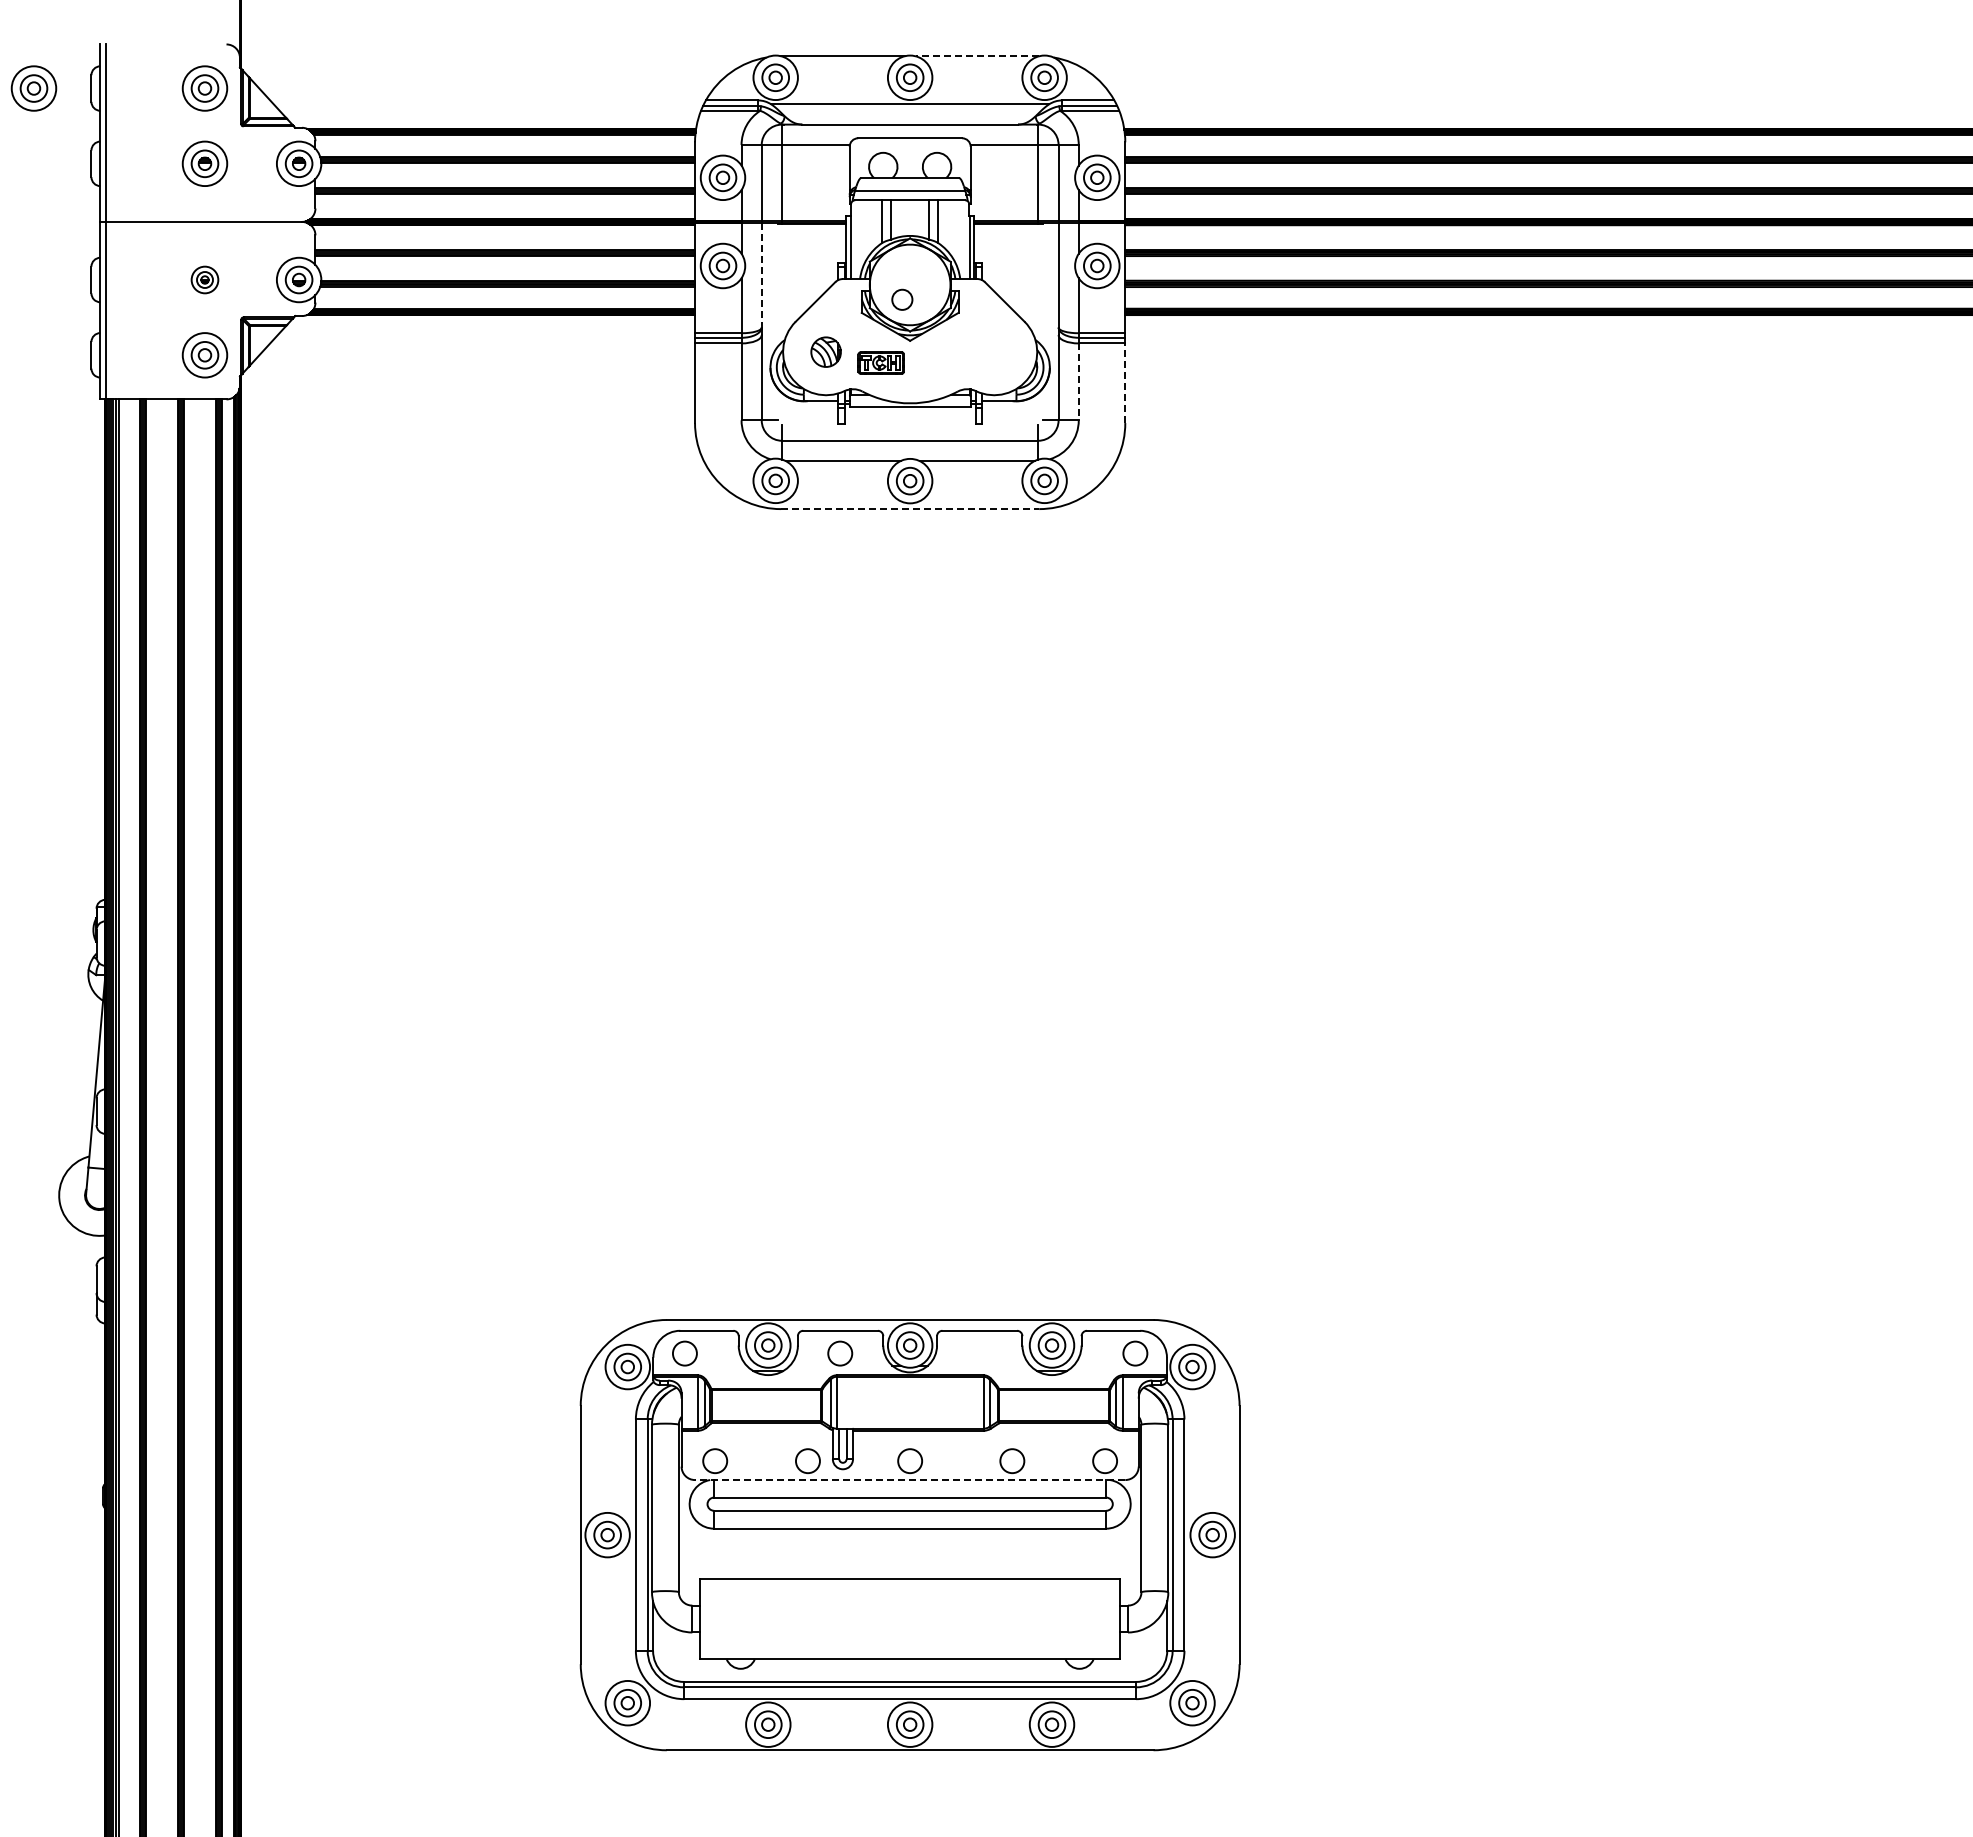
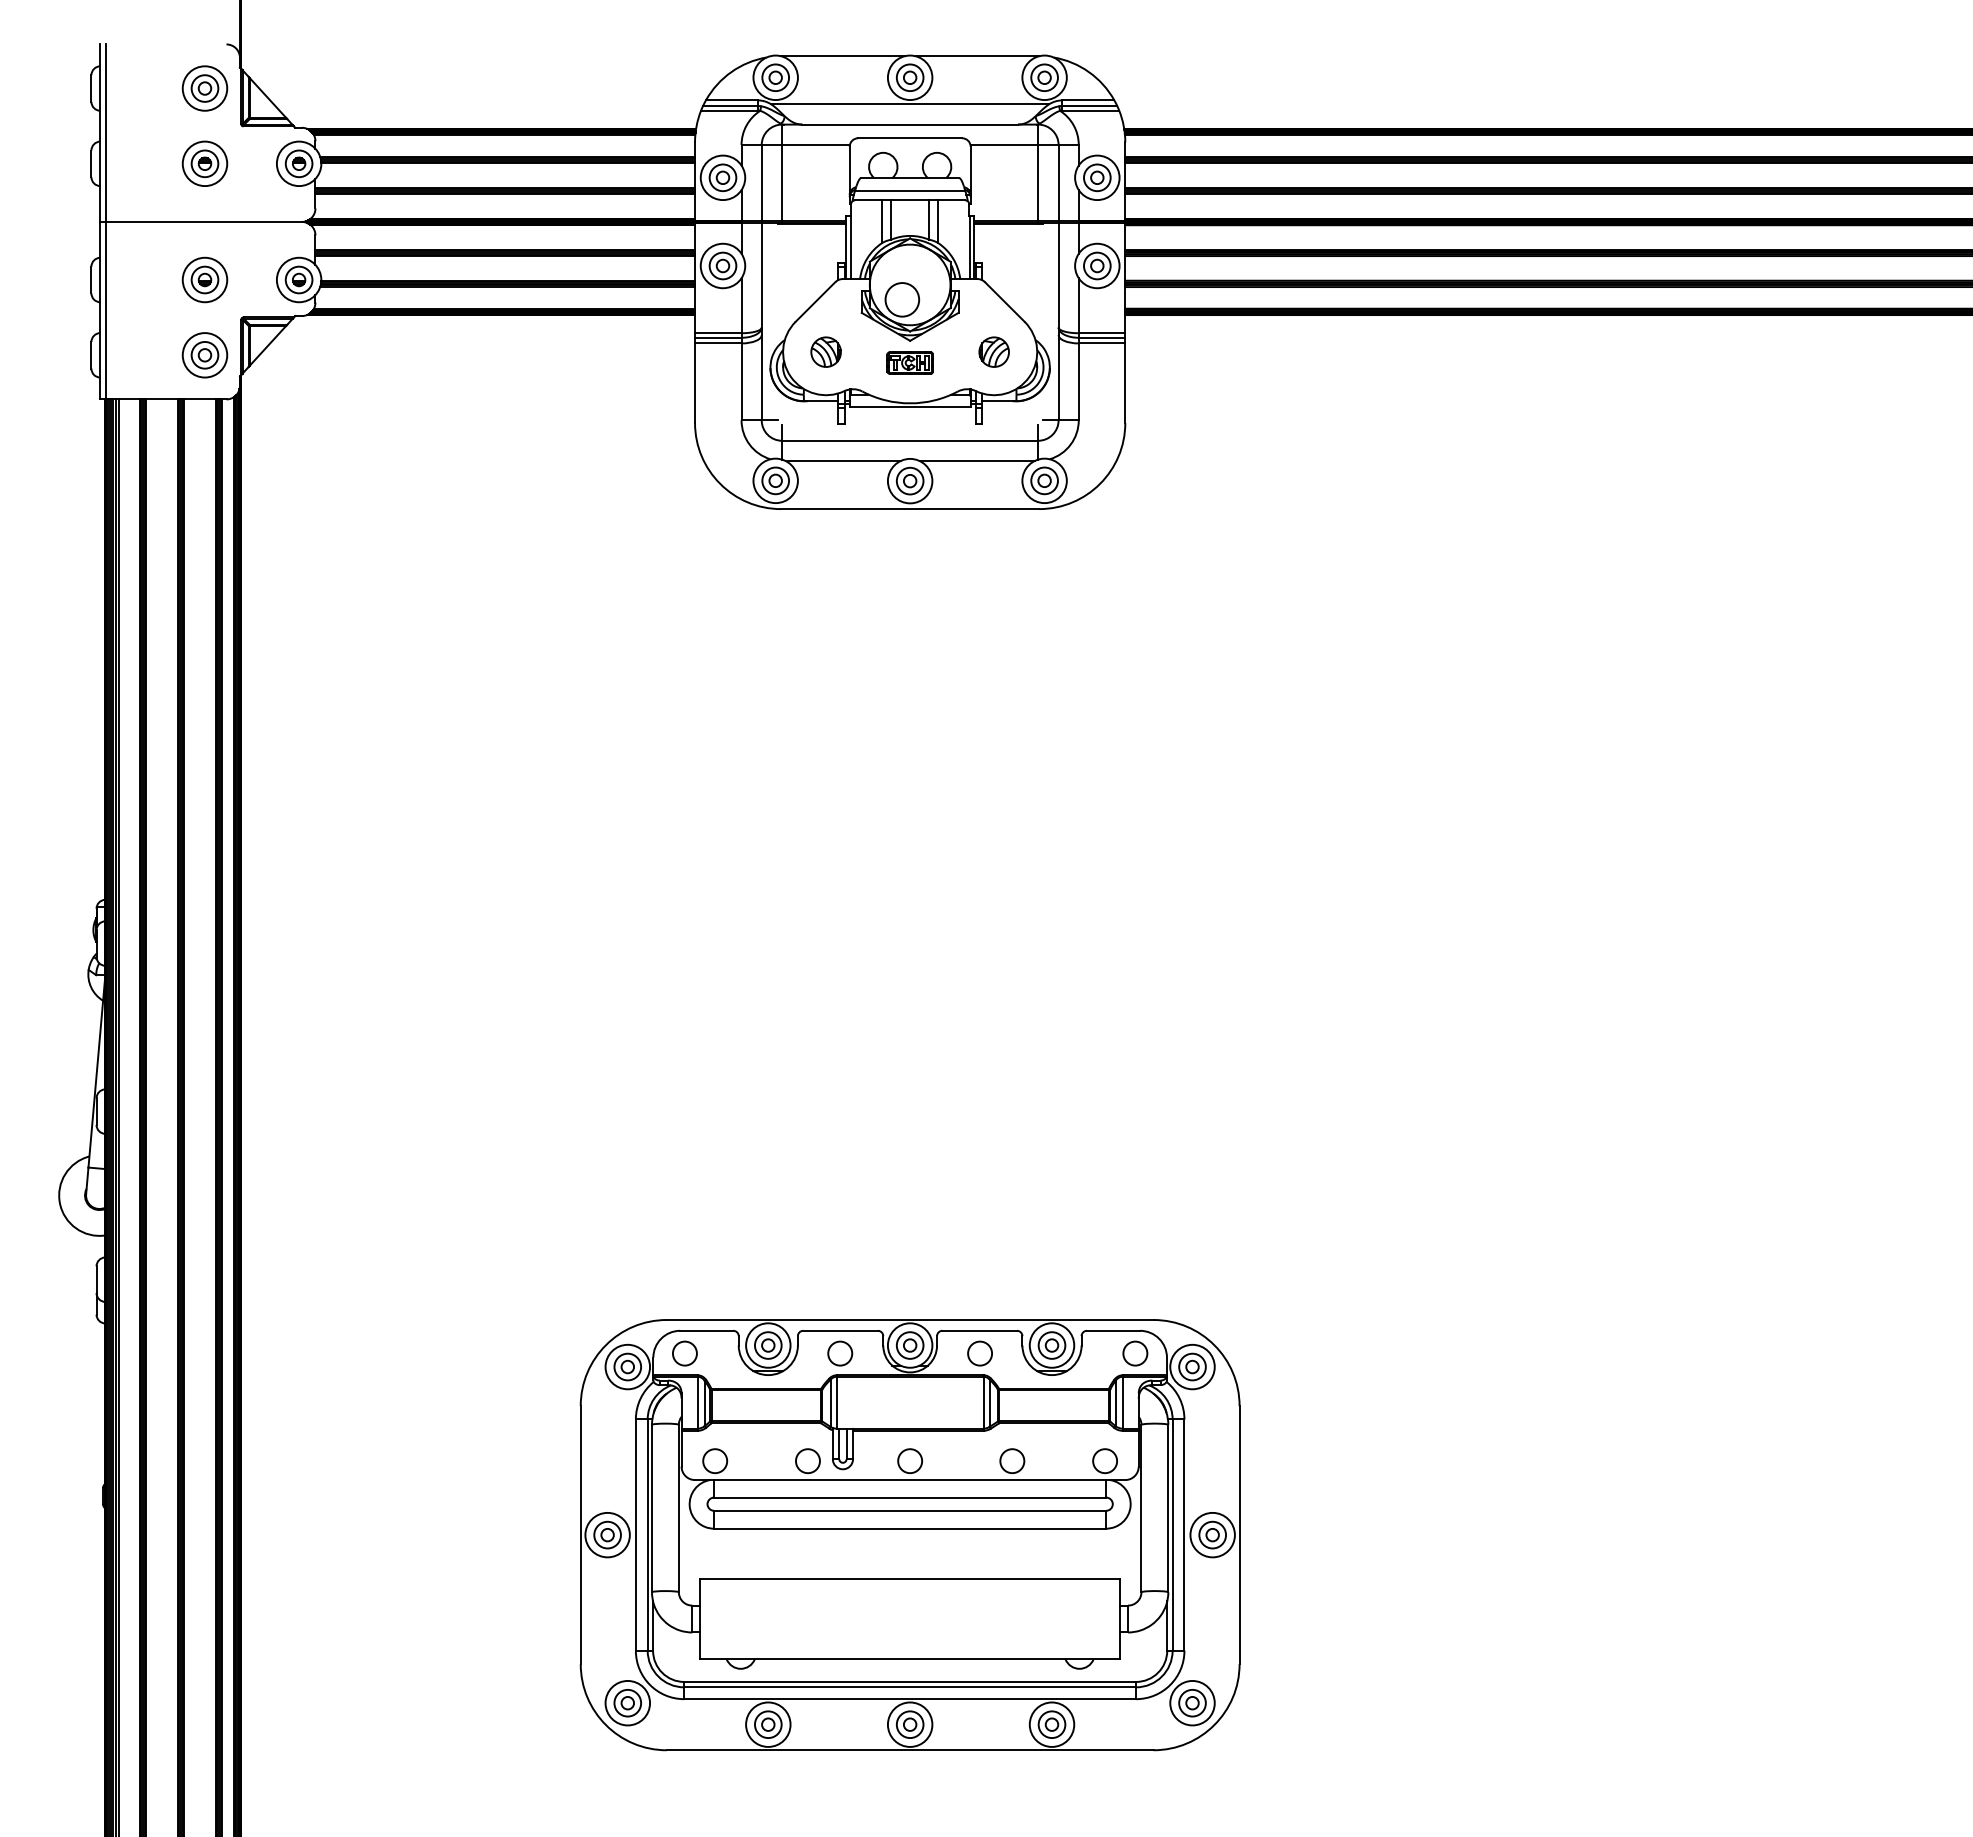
line at (977, 56): dashed -> solid
part at (33, 88): present -> none
line at (761, 275): dashed -> solid
part at (204, 279) size: 30x30 px -> 48x48 px
circle at (902, 299) diameter: 20 px -> 34 px
part at (993, 351): none -> present
part at (880, 362) position: (880, 362) -> (909, 362)
line at (1078, 382): dashed -> solid
line at (1125, 383): dashed -> solid
line at (910, 509): dashed -> solid
circle at (979, 1353): none -> present
line at (909, 1480): dashed -> solid
